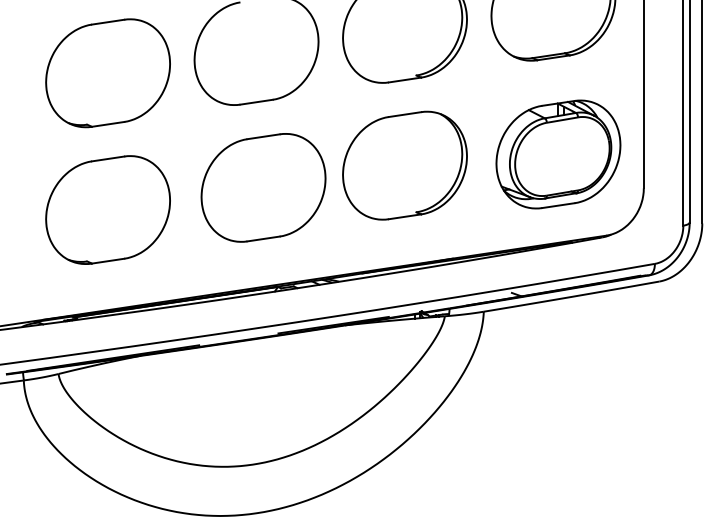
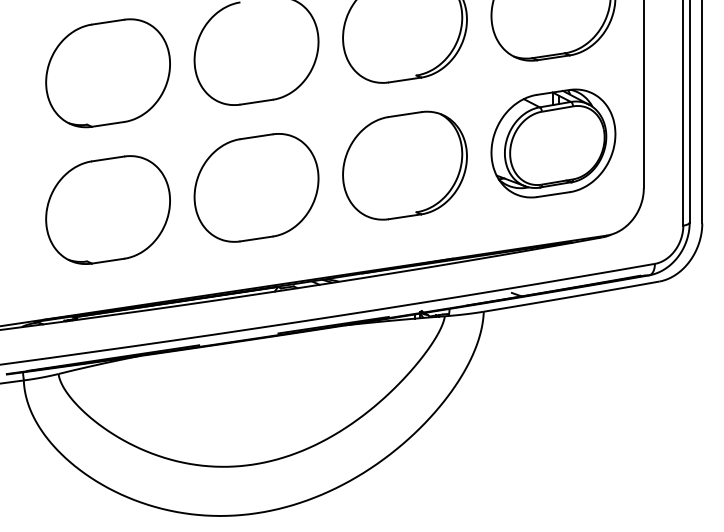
part at (558, 154) position: (558, 154) -> (553, 143)
part at (263, 187) position: (263, 187) -> (256, 187)
